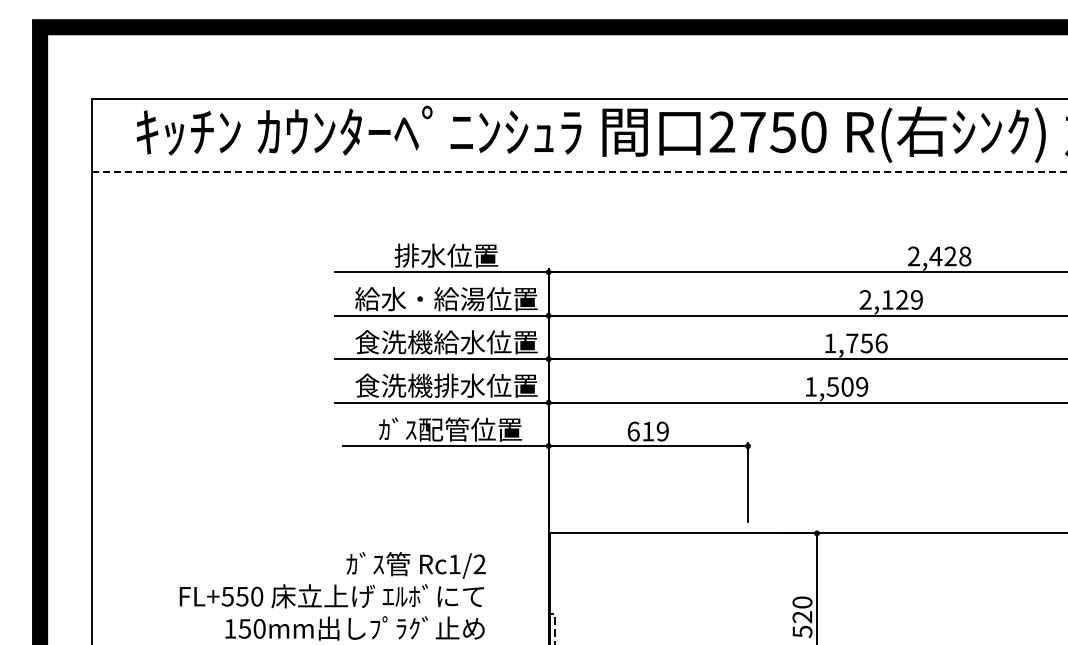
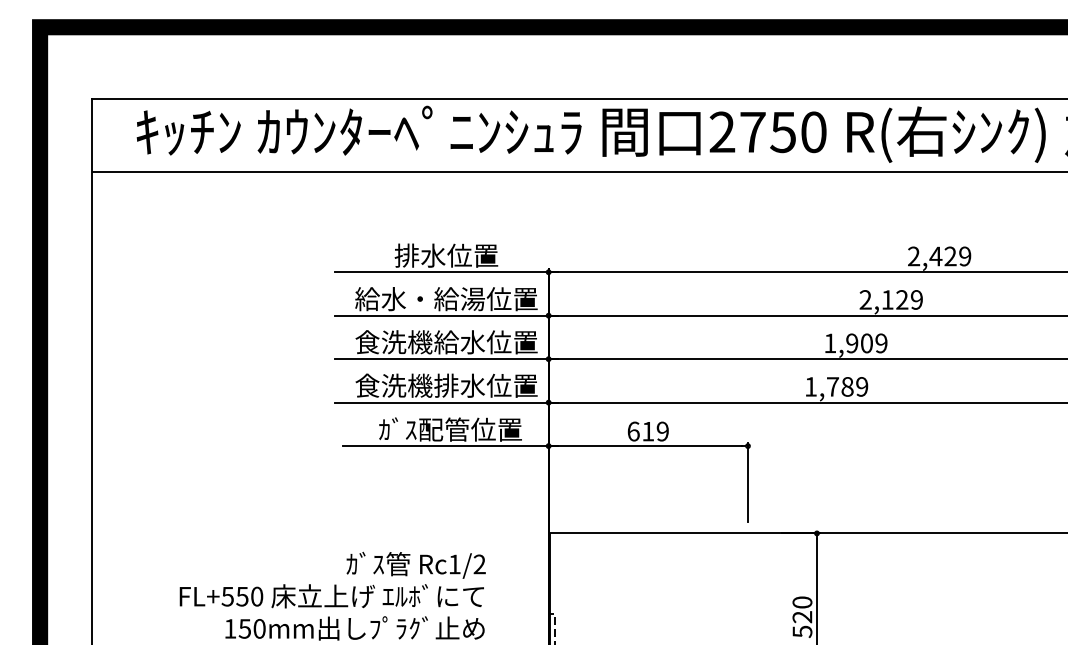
line at (580, 171): dashed -> solid
text at (965, 256): 2,428 -> 2,429
text at (866, 343): 1,756 -> 1,909
text at (839, 386): 1,509 -> 1,789
